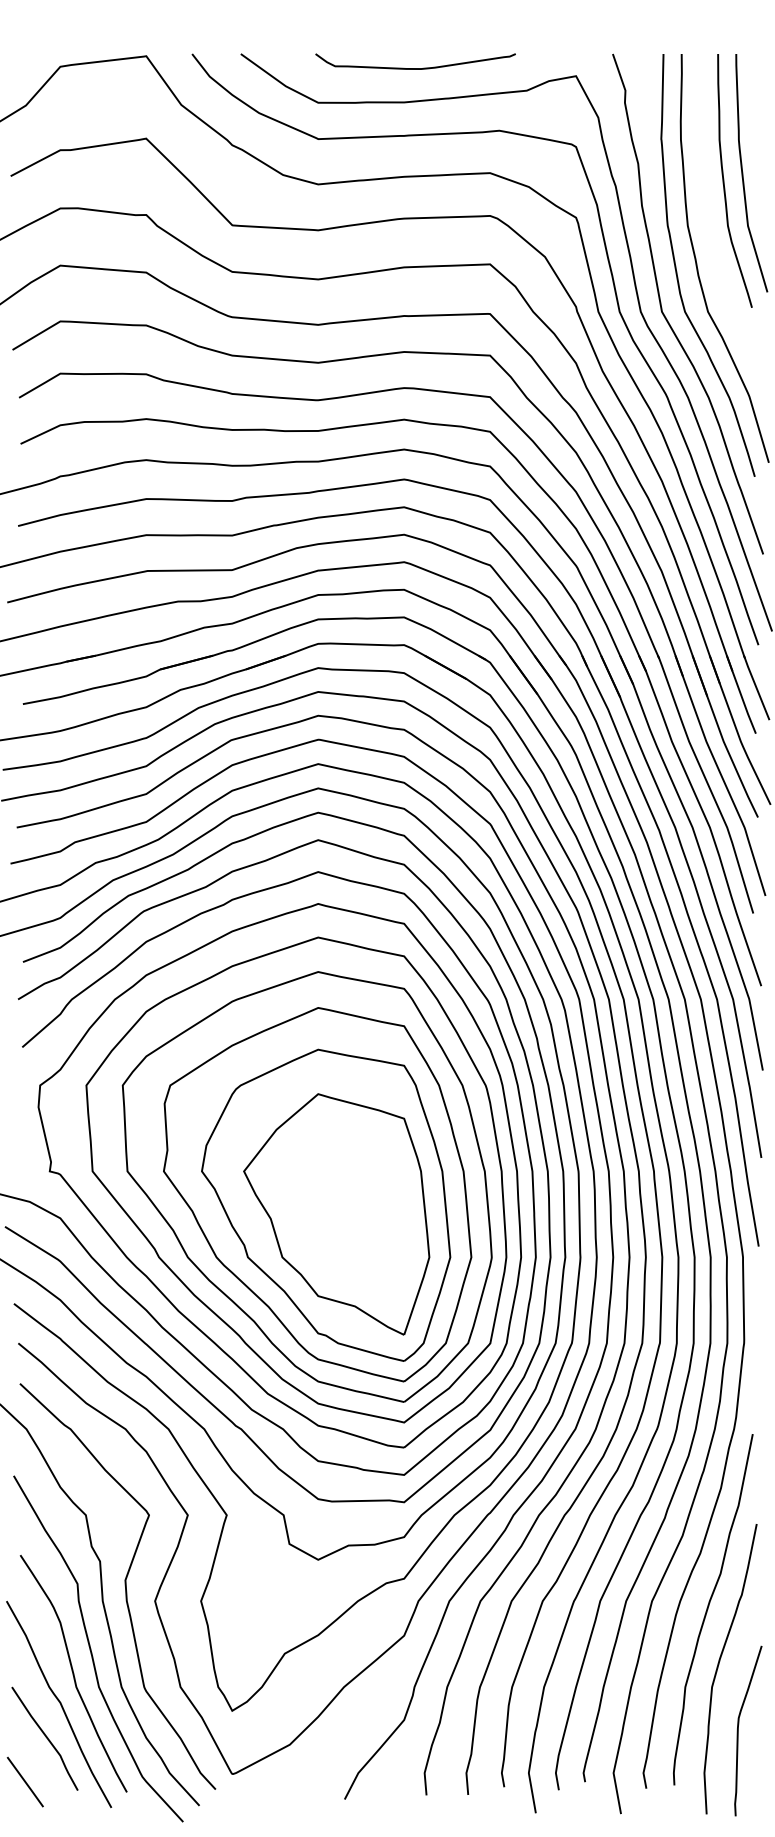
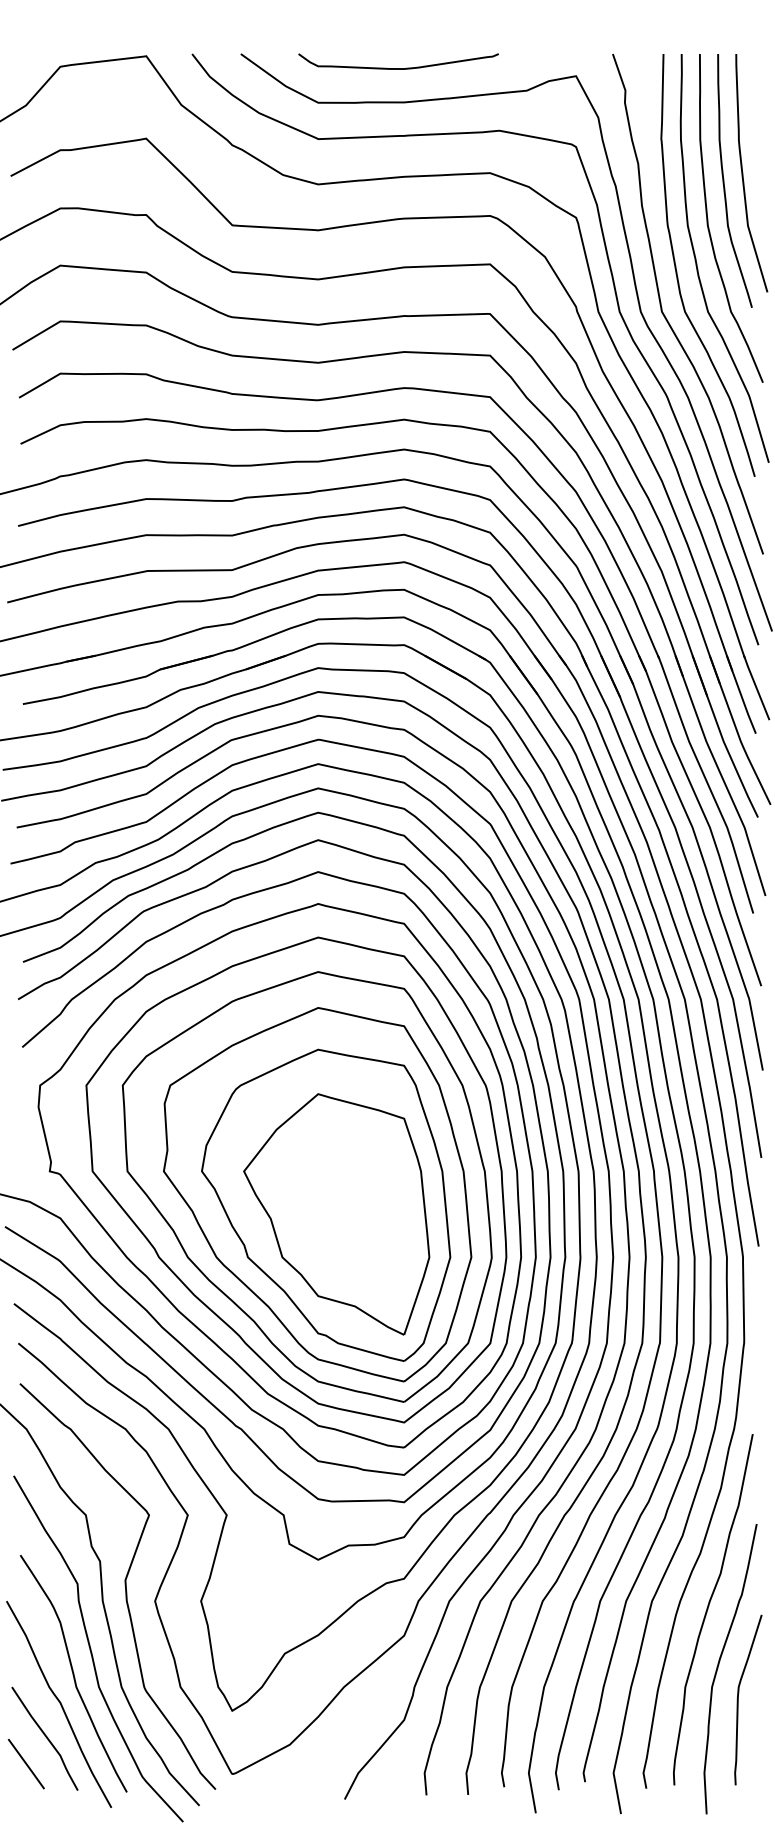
curve at (415, 68) position: (415, 68) -> (398, 68)
curve at (708, 218): none -> present
curve at (738, 1730) position: (738, 1730) -> (738, 1699)
line at (24, 1781) position: (24, 1781) -> (25, 1763)
